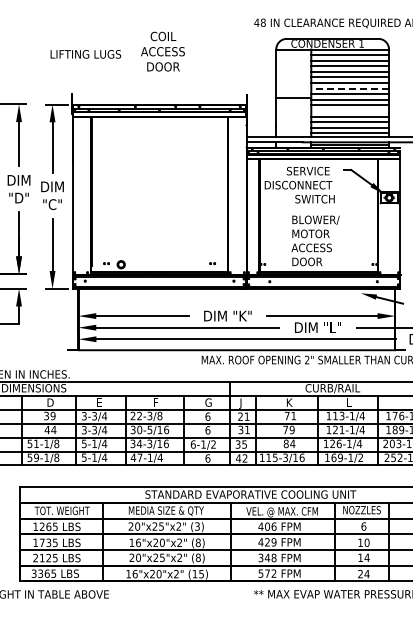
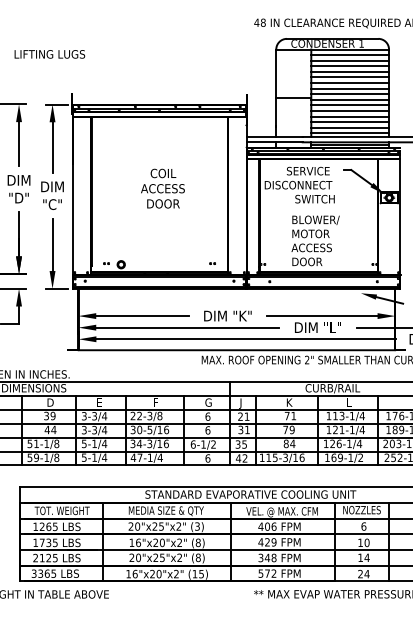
text at (162, 51) position: (162, 51) -> (162, 188)
text at (85, 54) position: (85, 54) -> (49, 54)
line at (350, 88): dashed -> solid
line at (350, 111): none -> present
